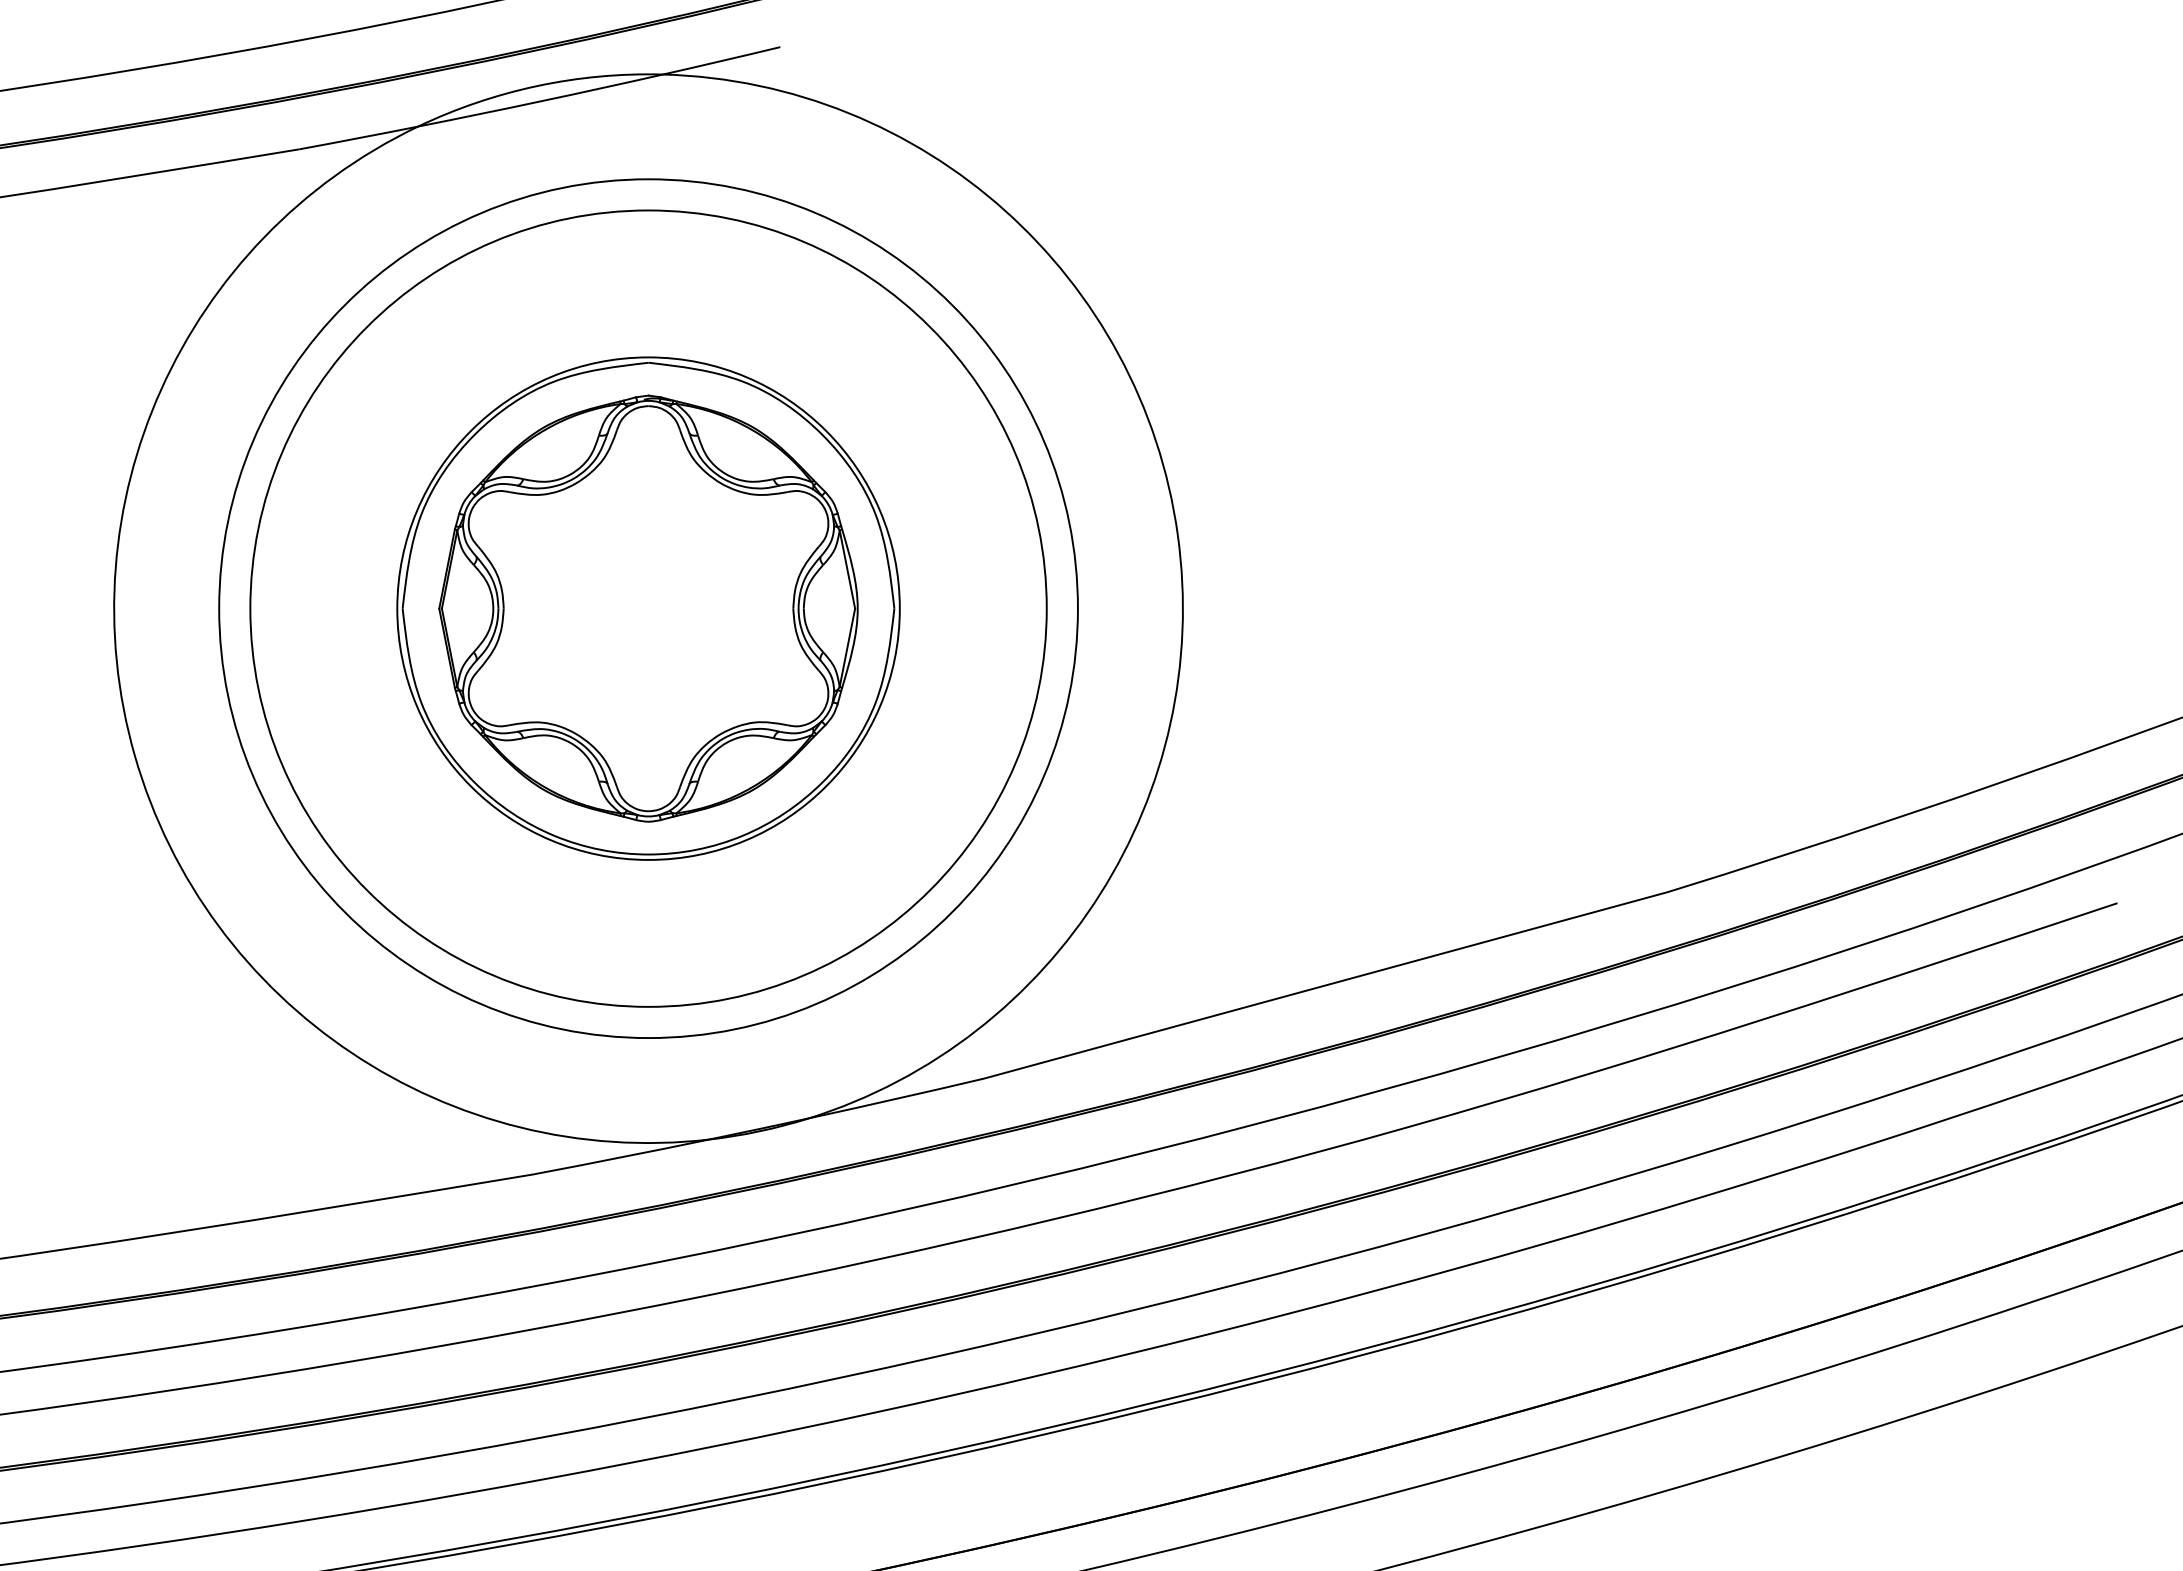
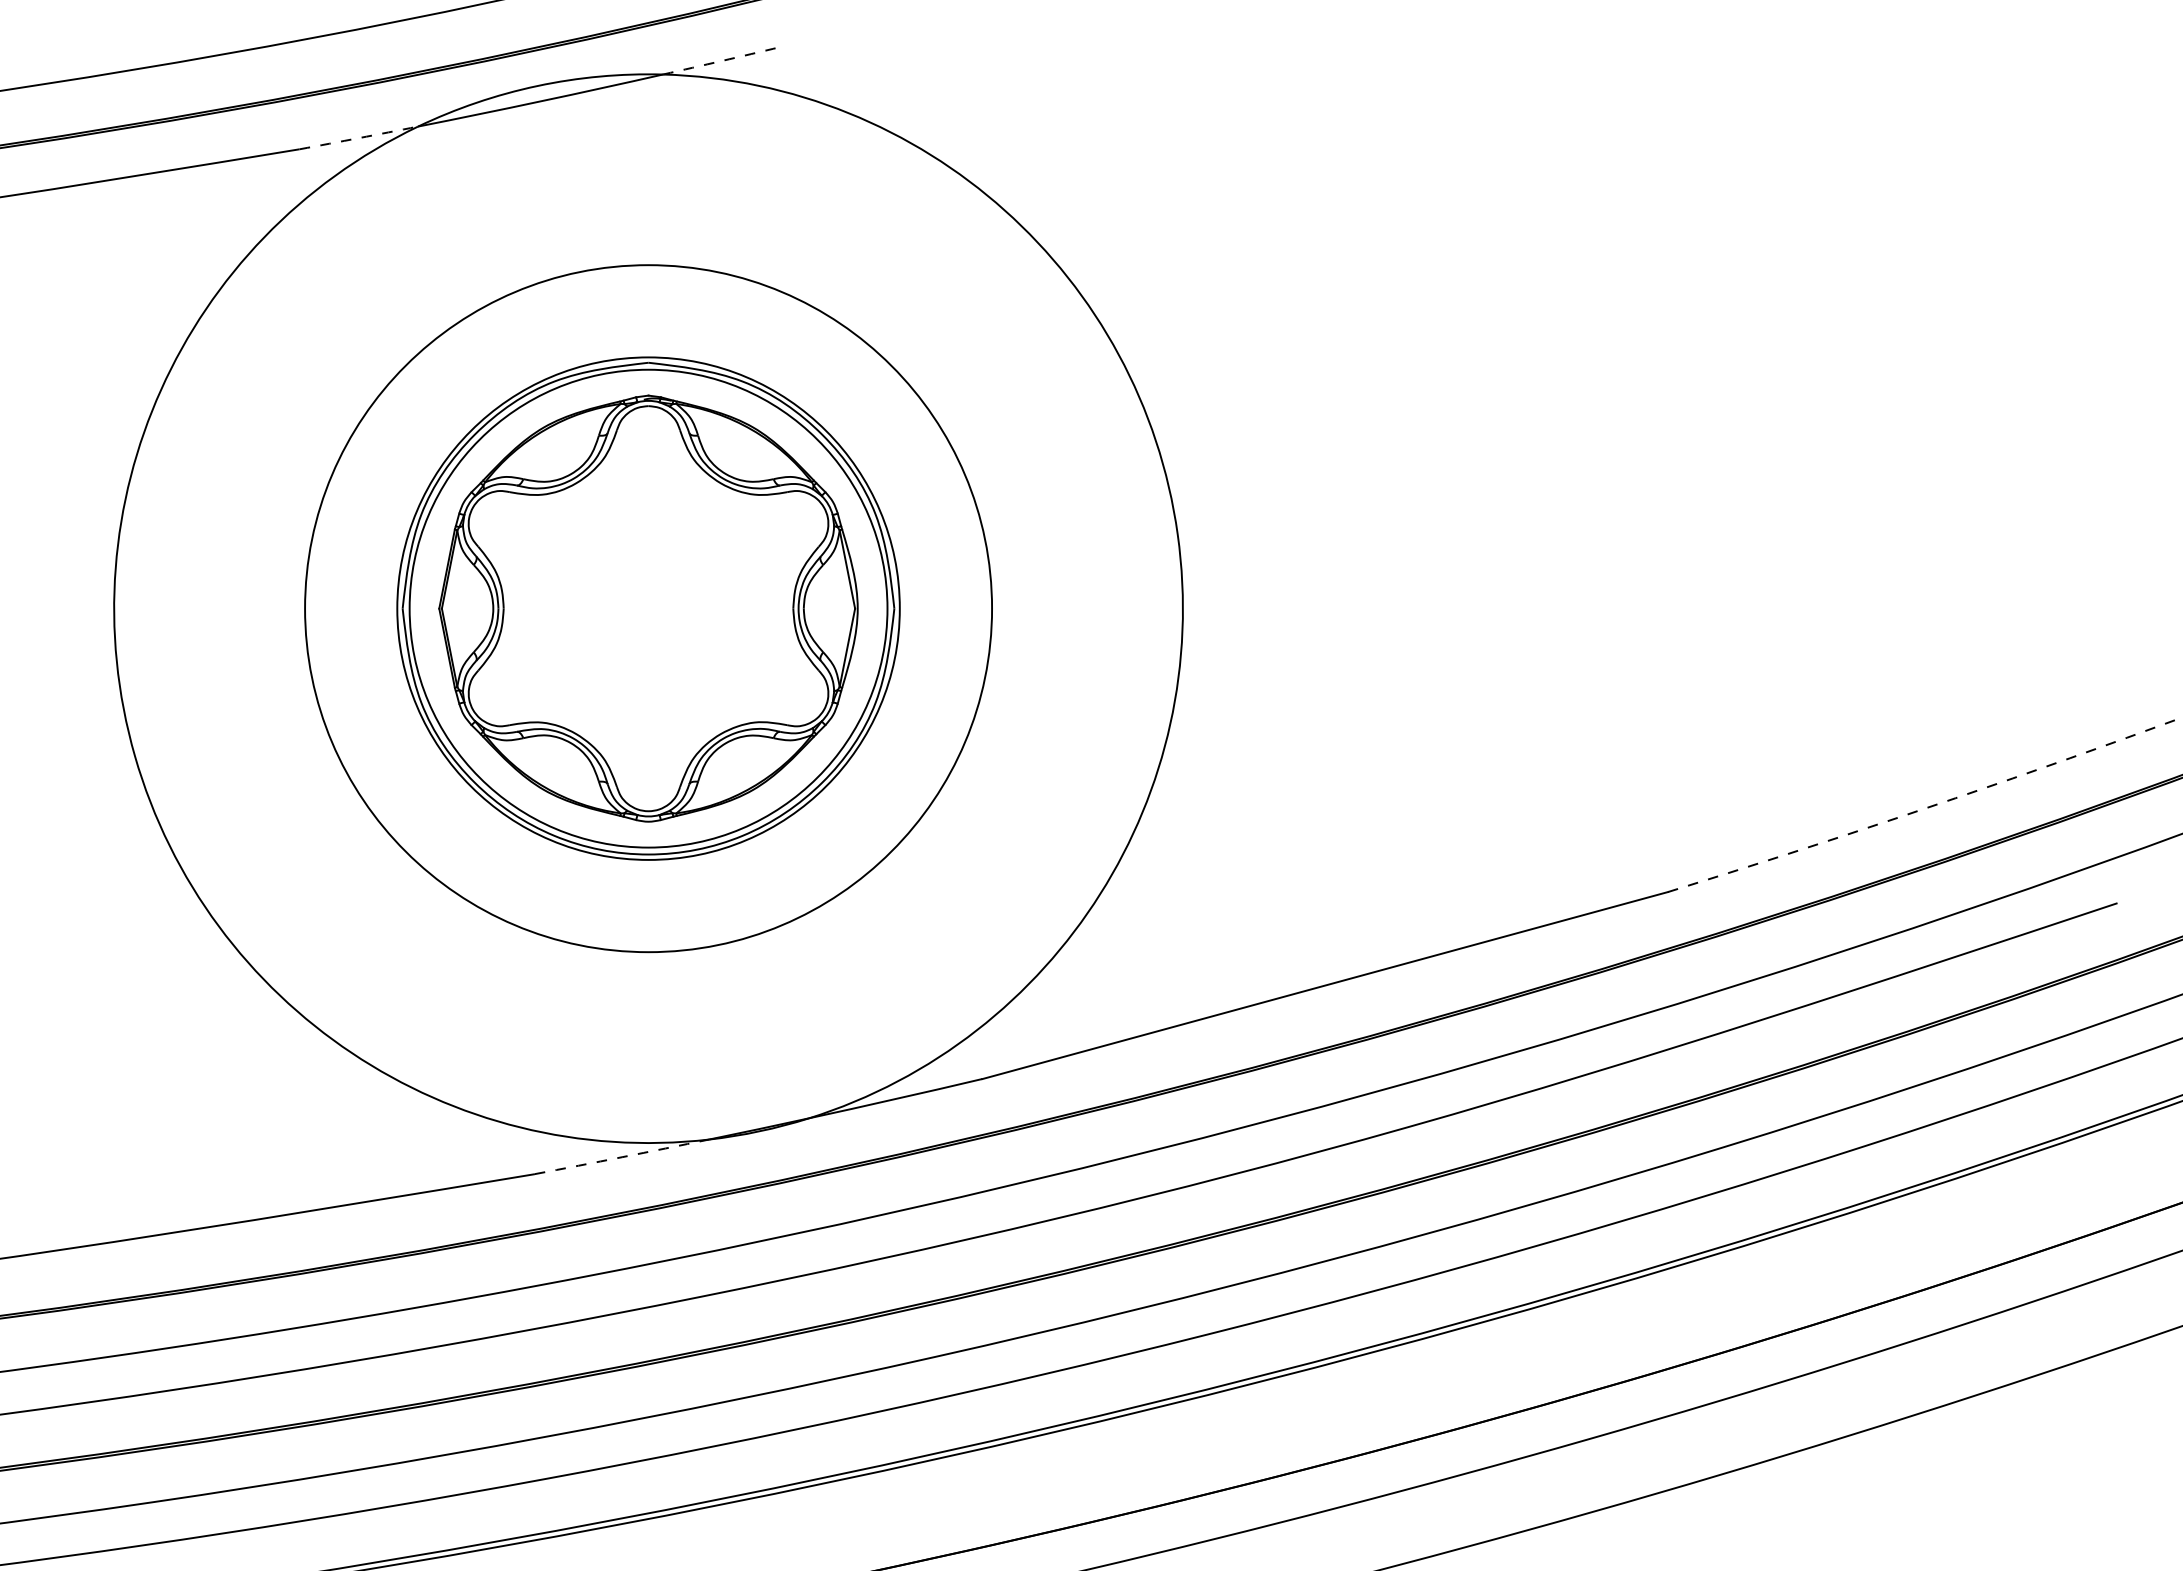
arc at (721, 61): solid -> dashed
arc at (358, 138): solid -> dashed
circle at (648, 608) diameter: 796 px -> 478 px
circle at (648, 608) diameter: 859 px -> 687 px
arc at (1926, 808): solid -> dashed
arc at (622, 1157): solid -> dashed
